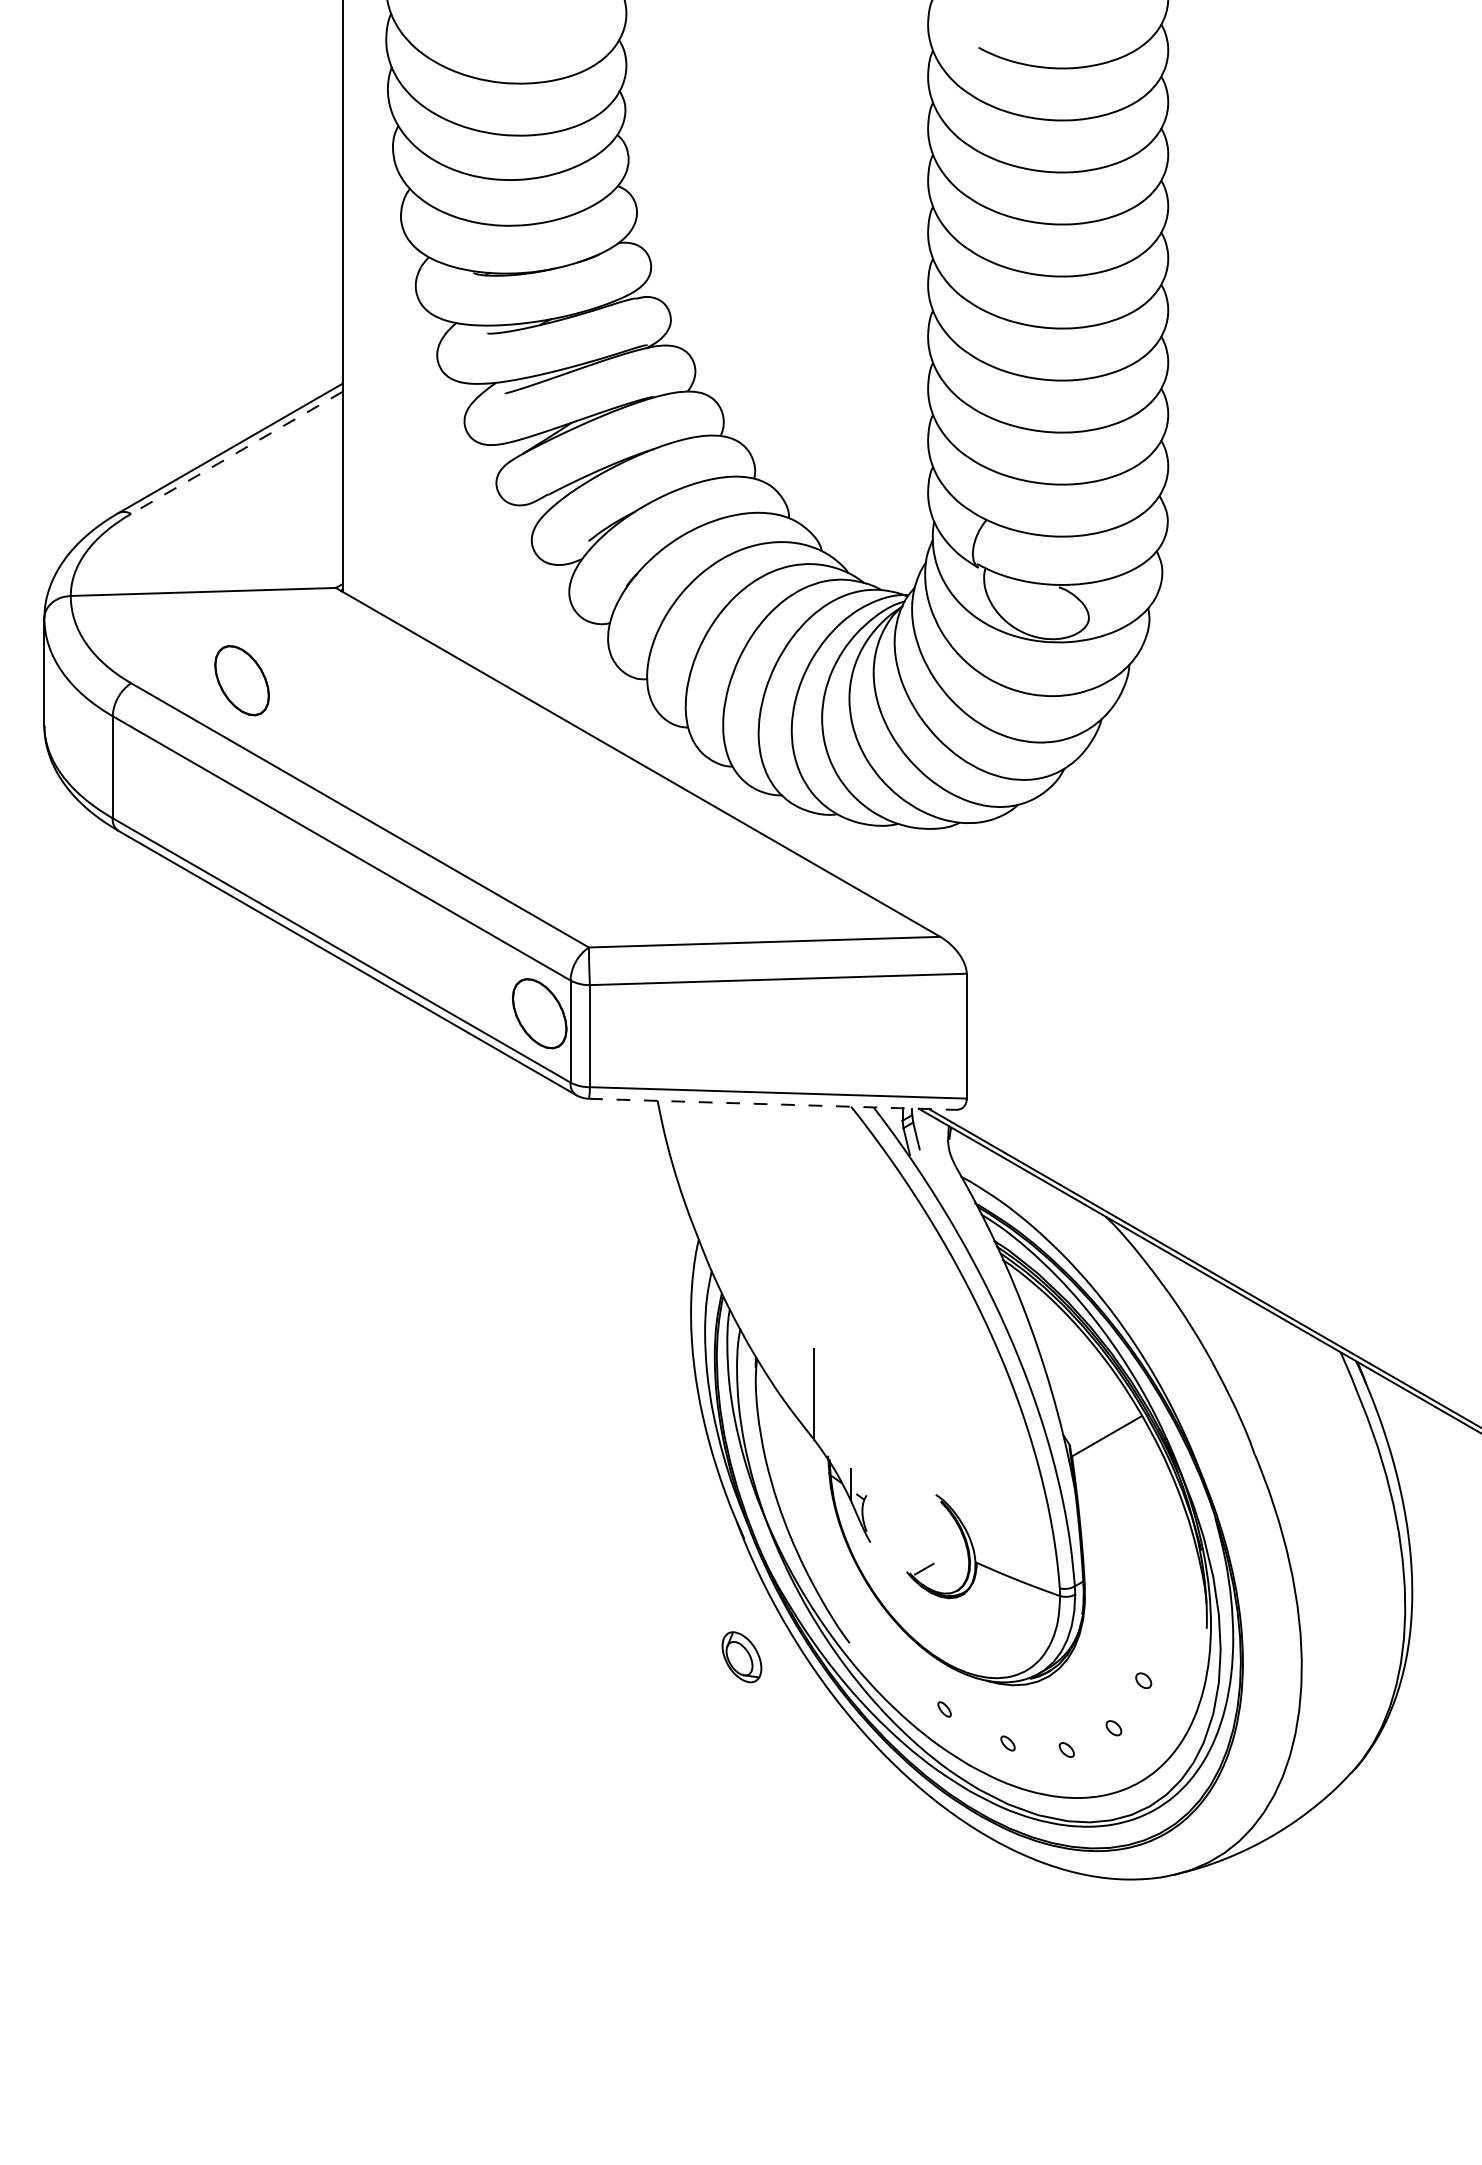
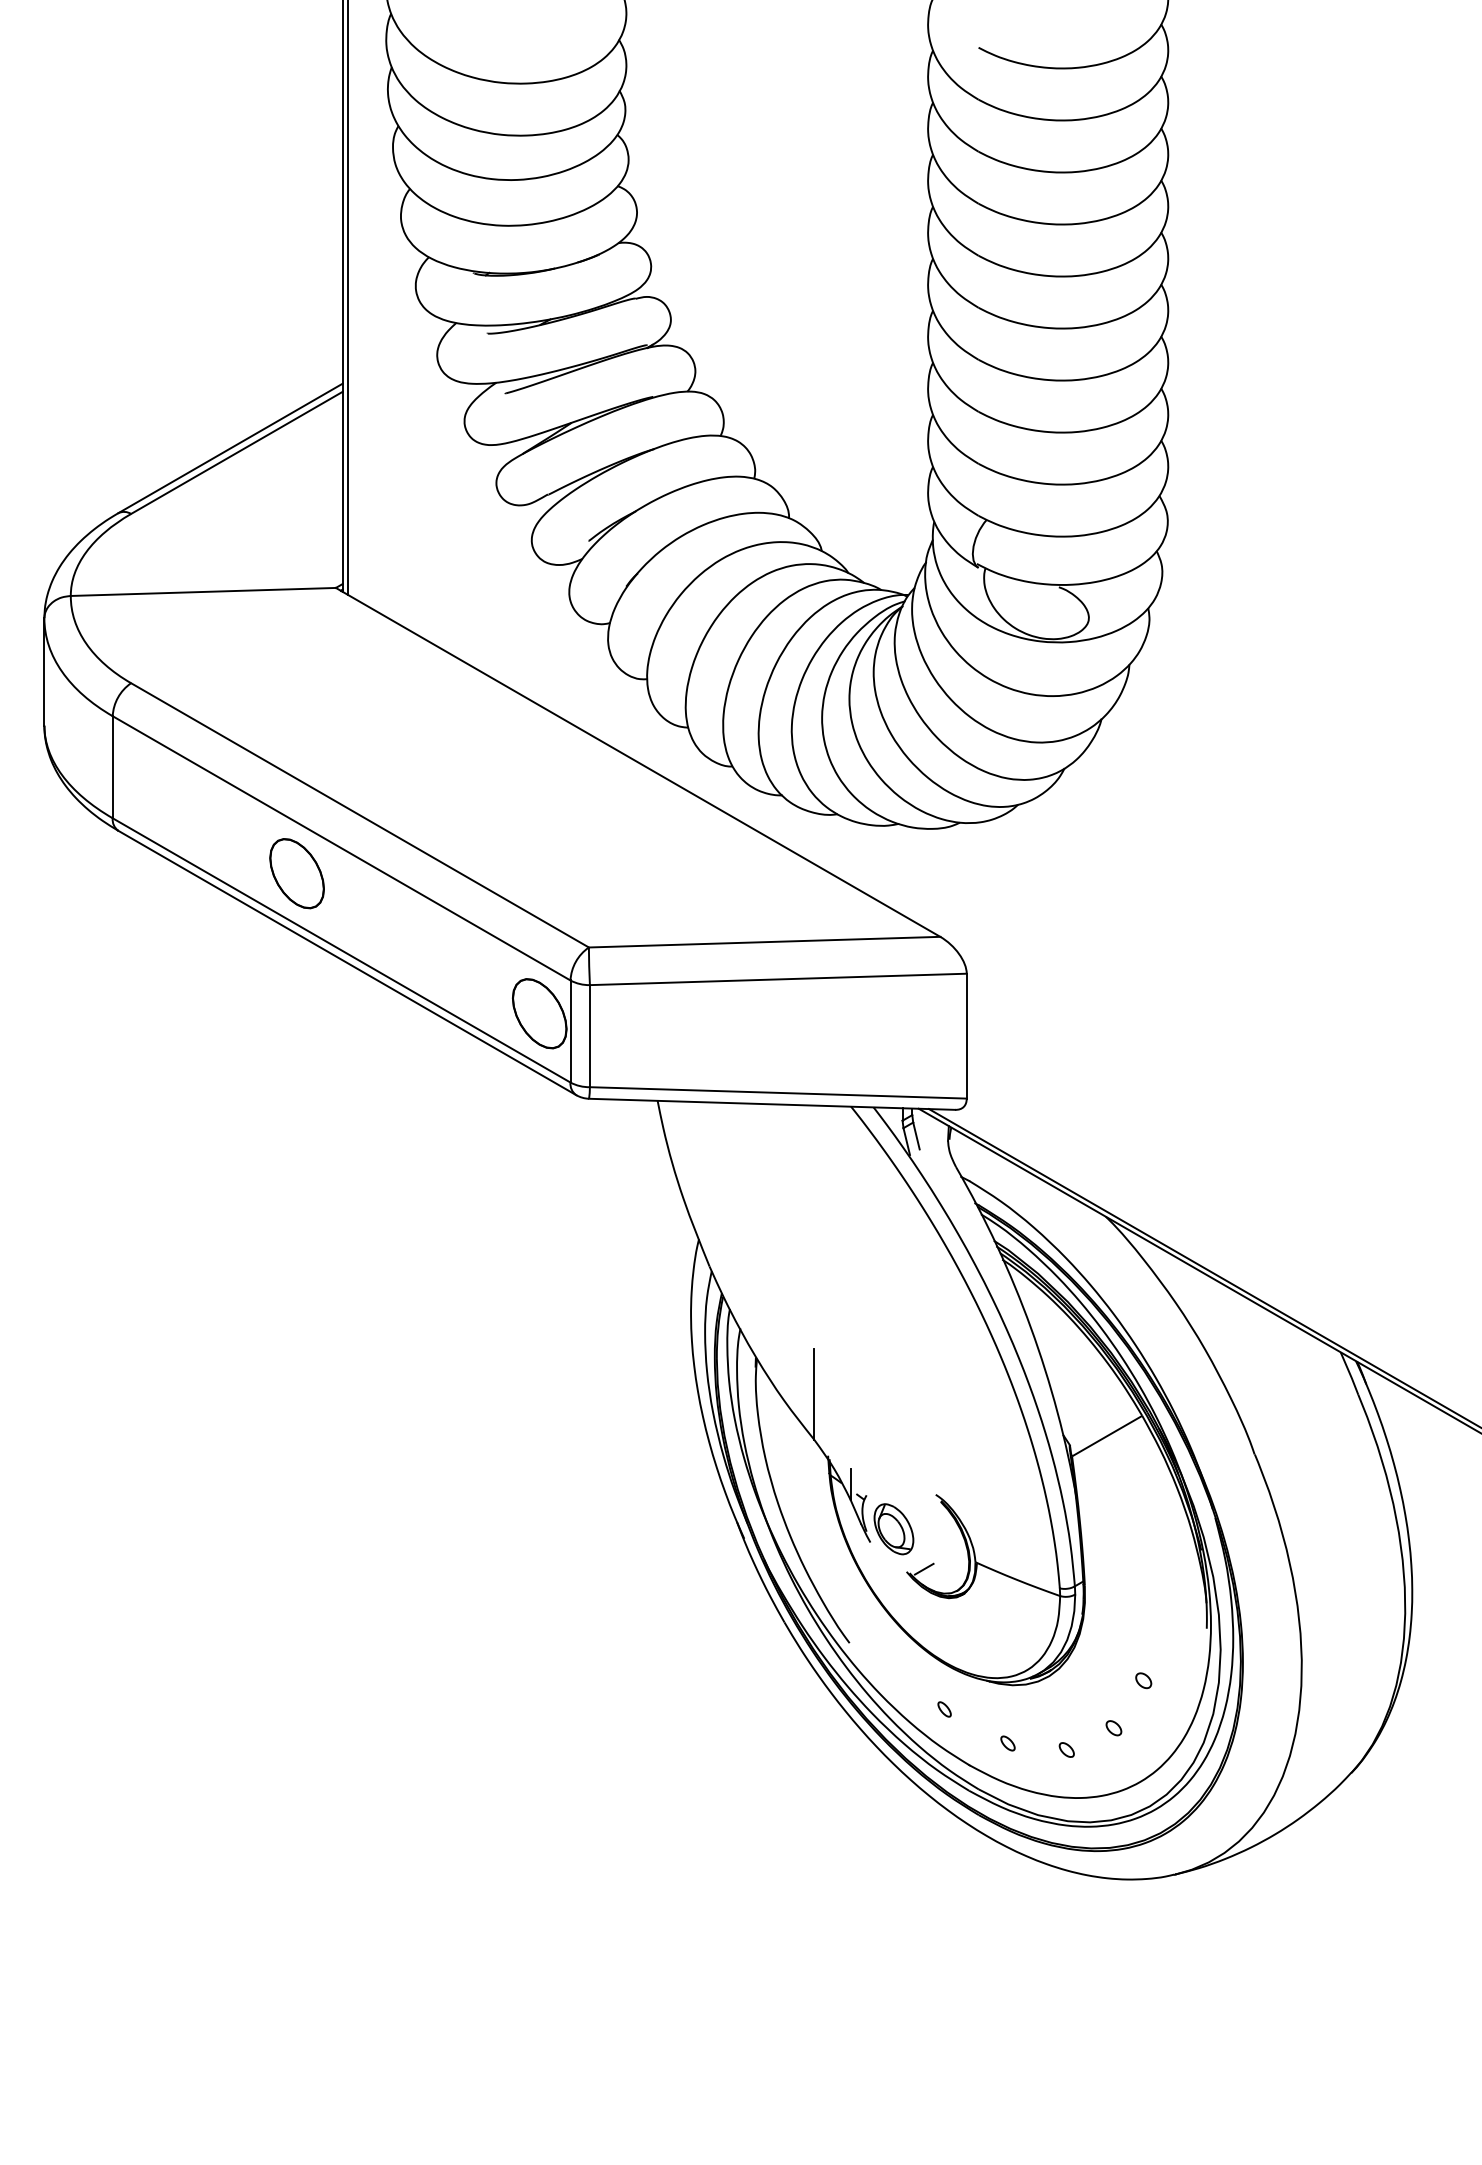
line at (347, 298): none -> present
line at (236, 453): dashed -> solid
part at (241, 680) position: (241, 680) -> (296, 873)
line at (772, 1104): dashed -> solid
part at (741, 1657) position: (741, 1657) -> (893, 1529)
